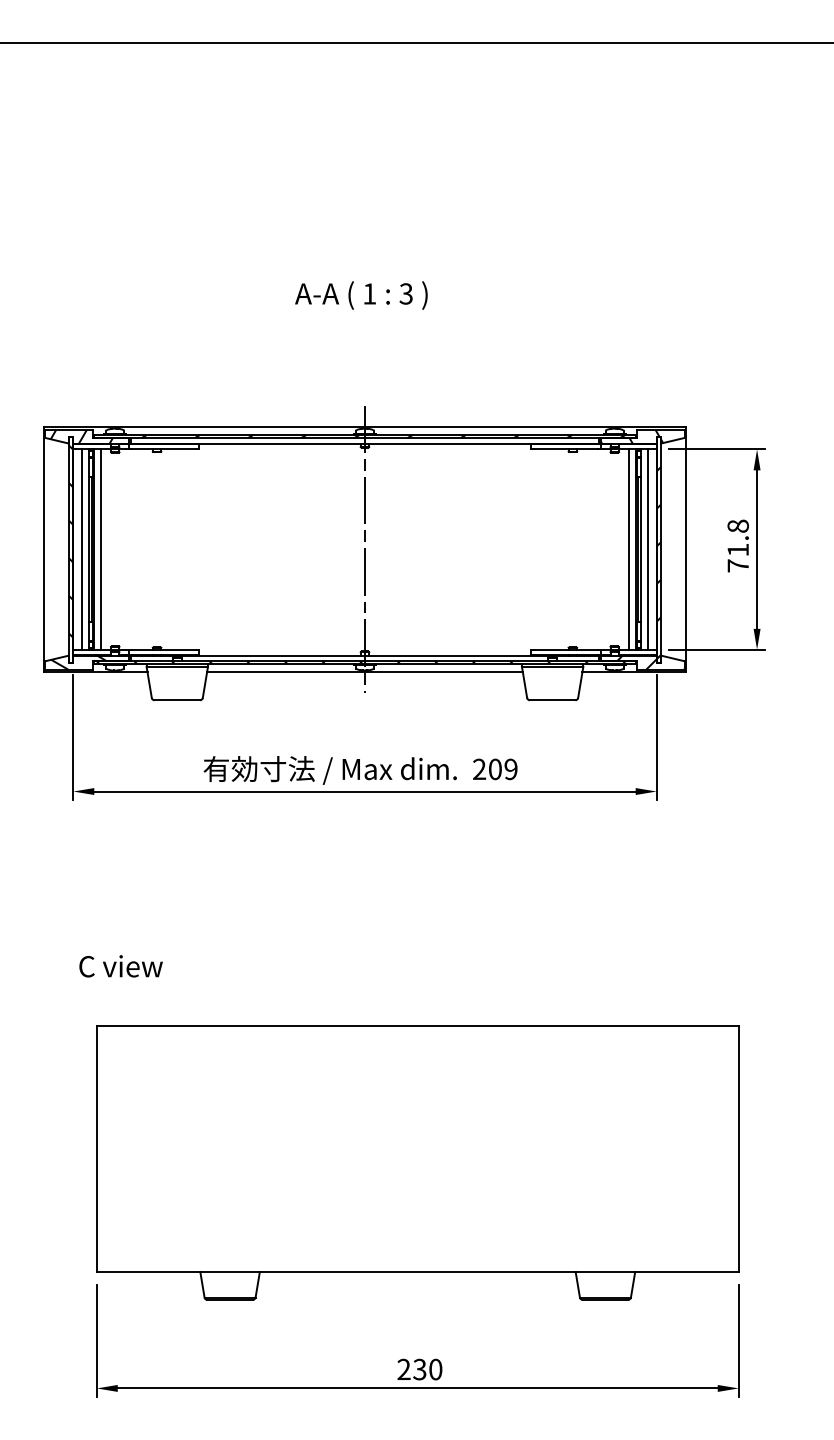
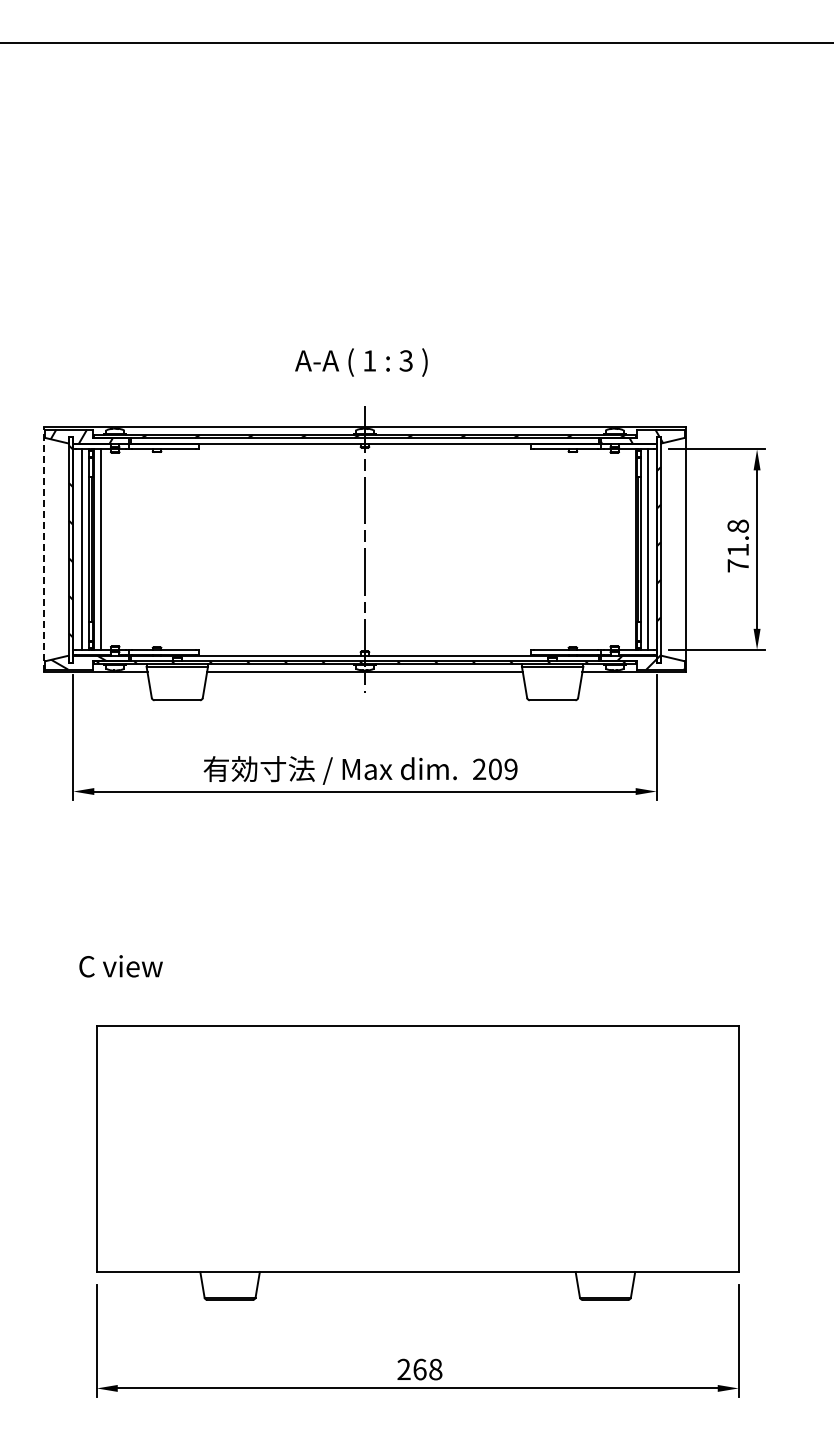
text at (361, 295) position: (361, 295) -> (361, 362)
line at (44, 549): solid -> dashed
line at (628, 549): present -> none
text at (427, 1369): 230 -> 268
